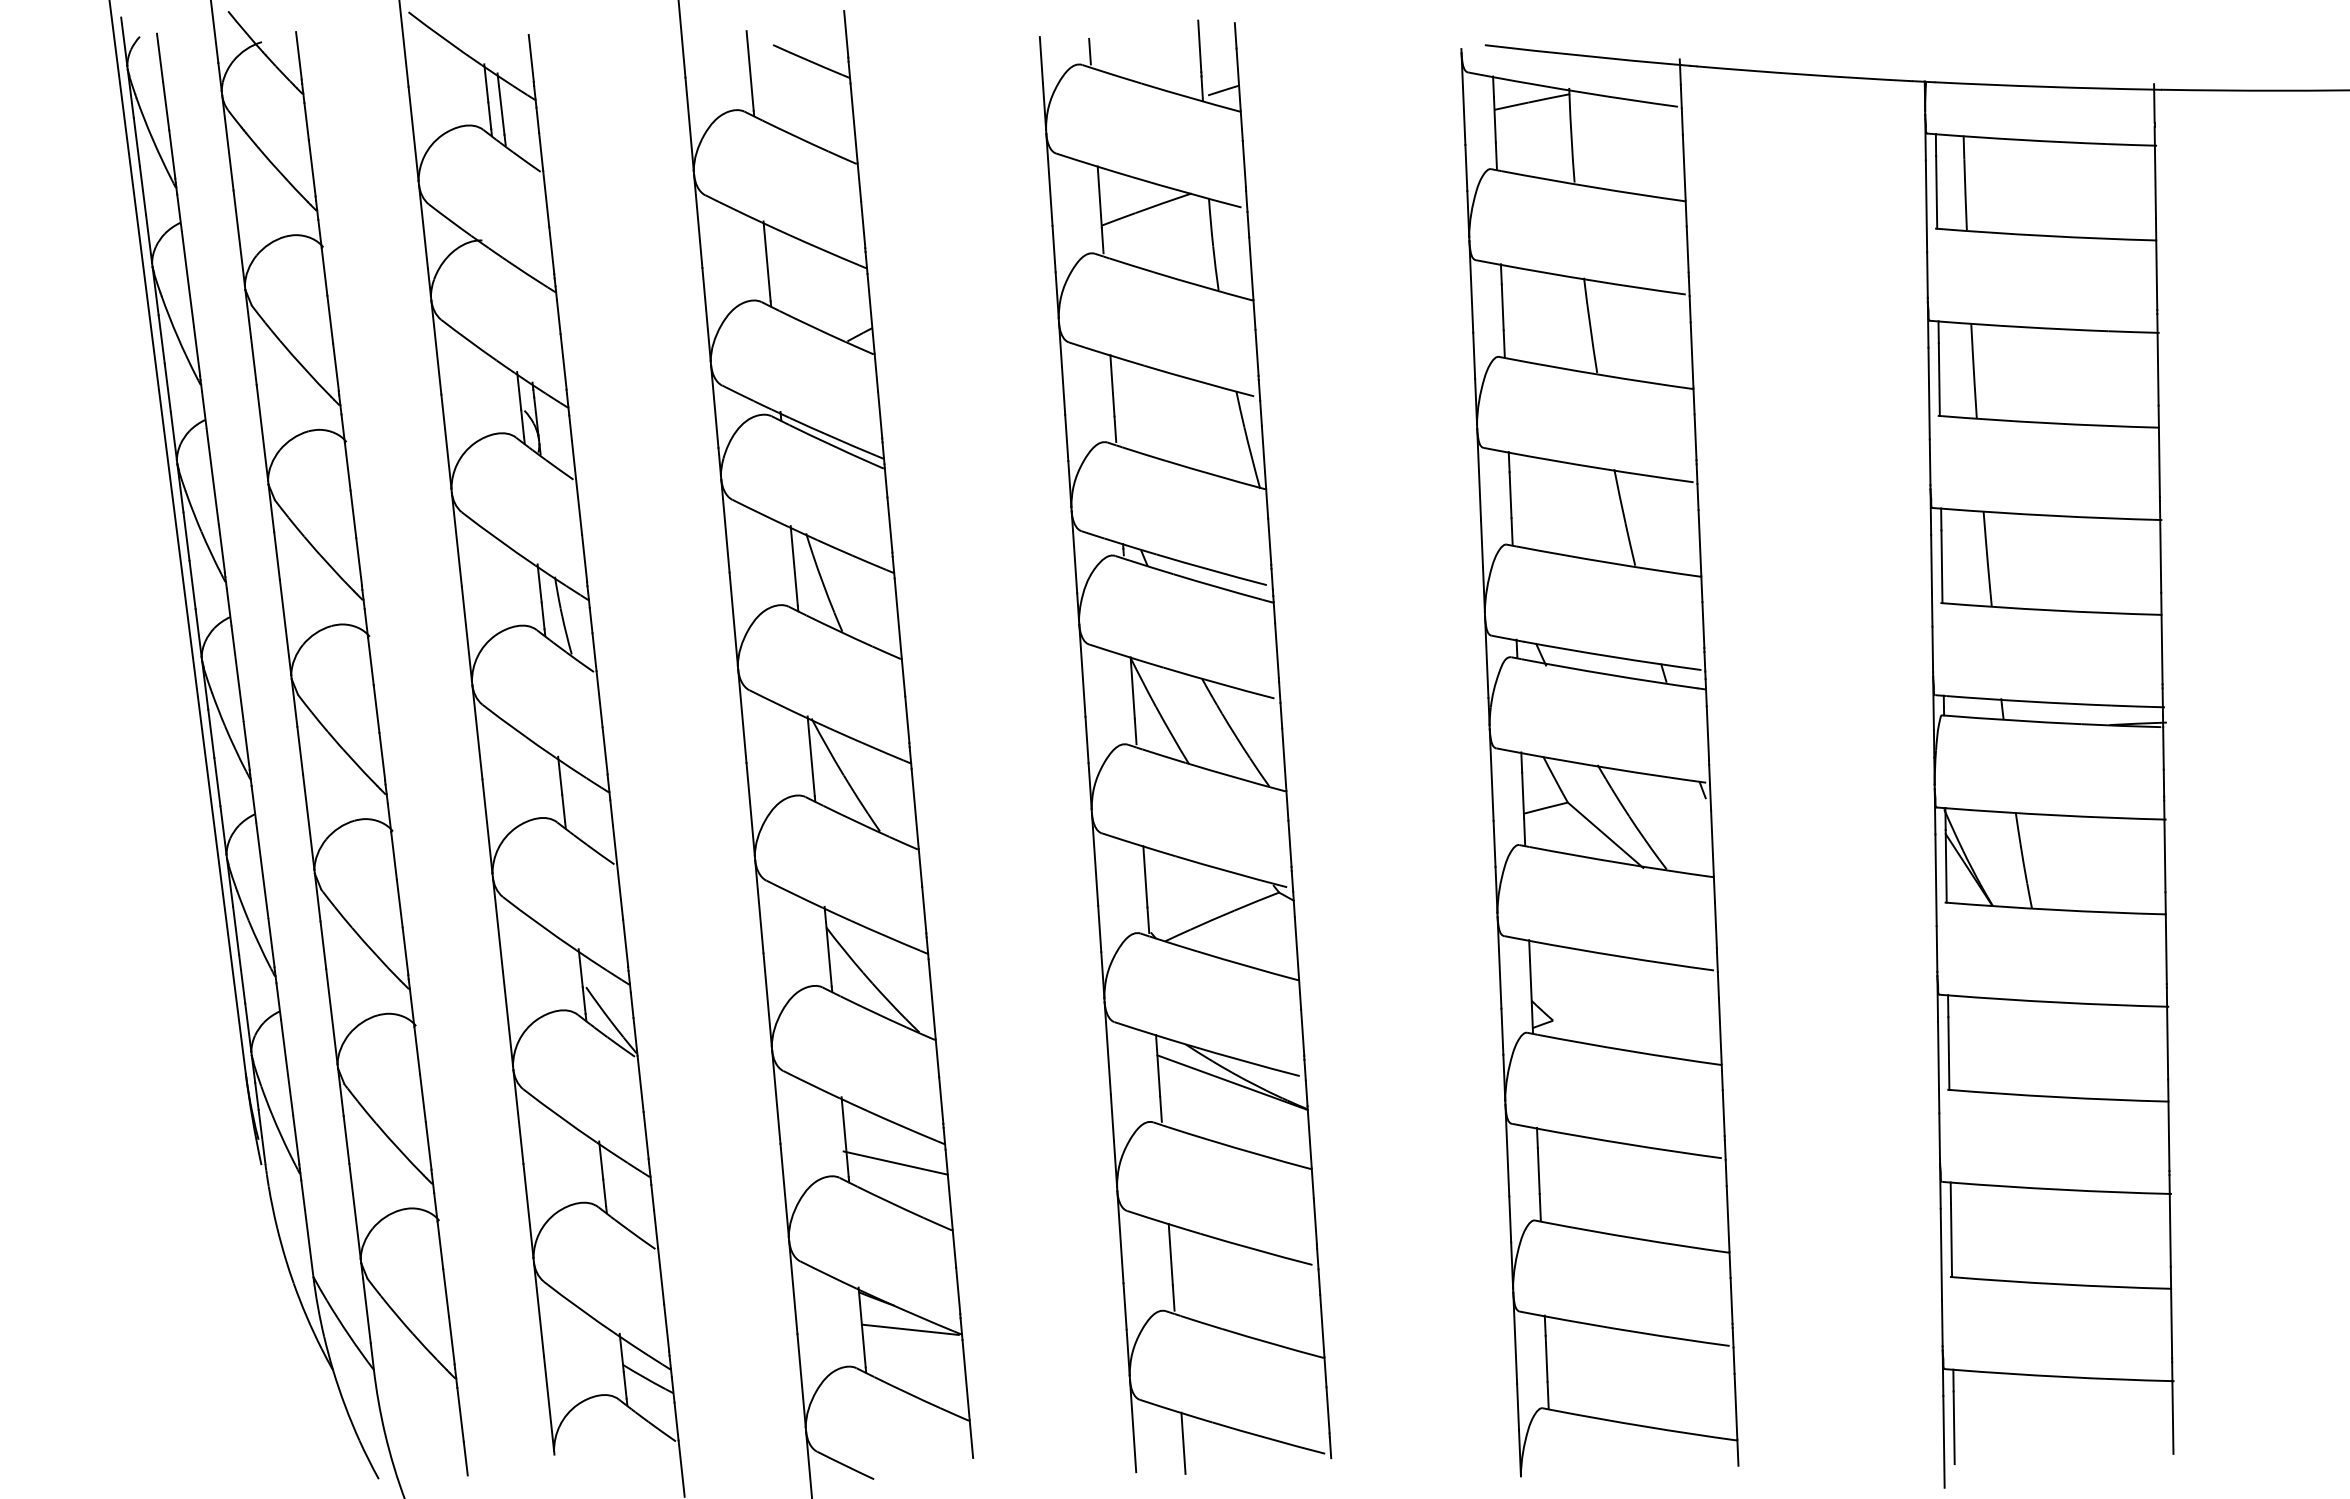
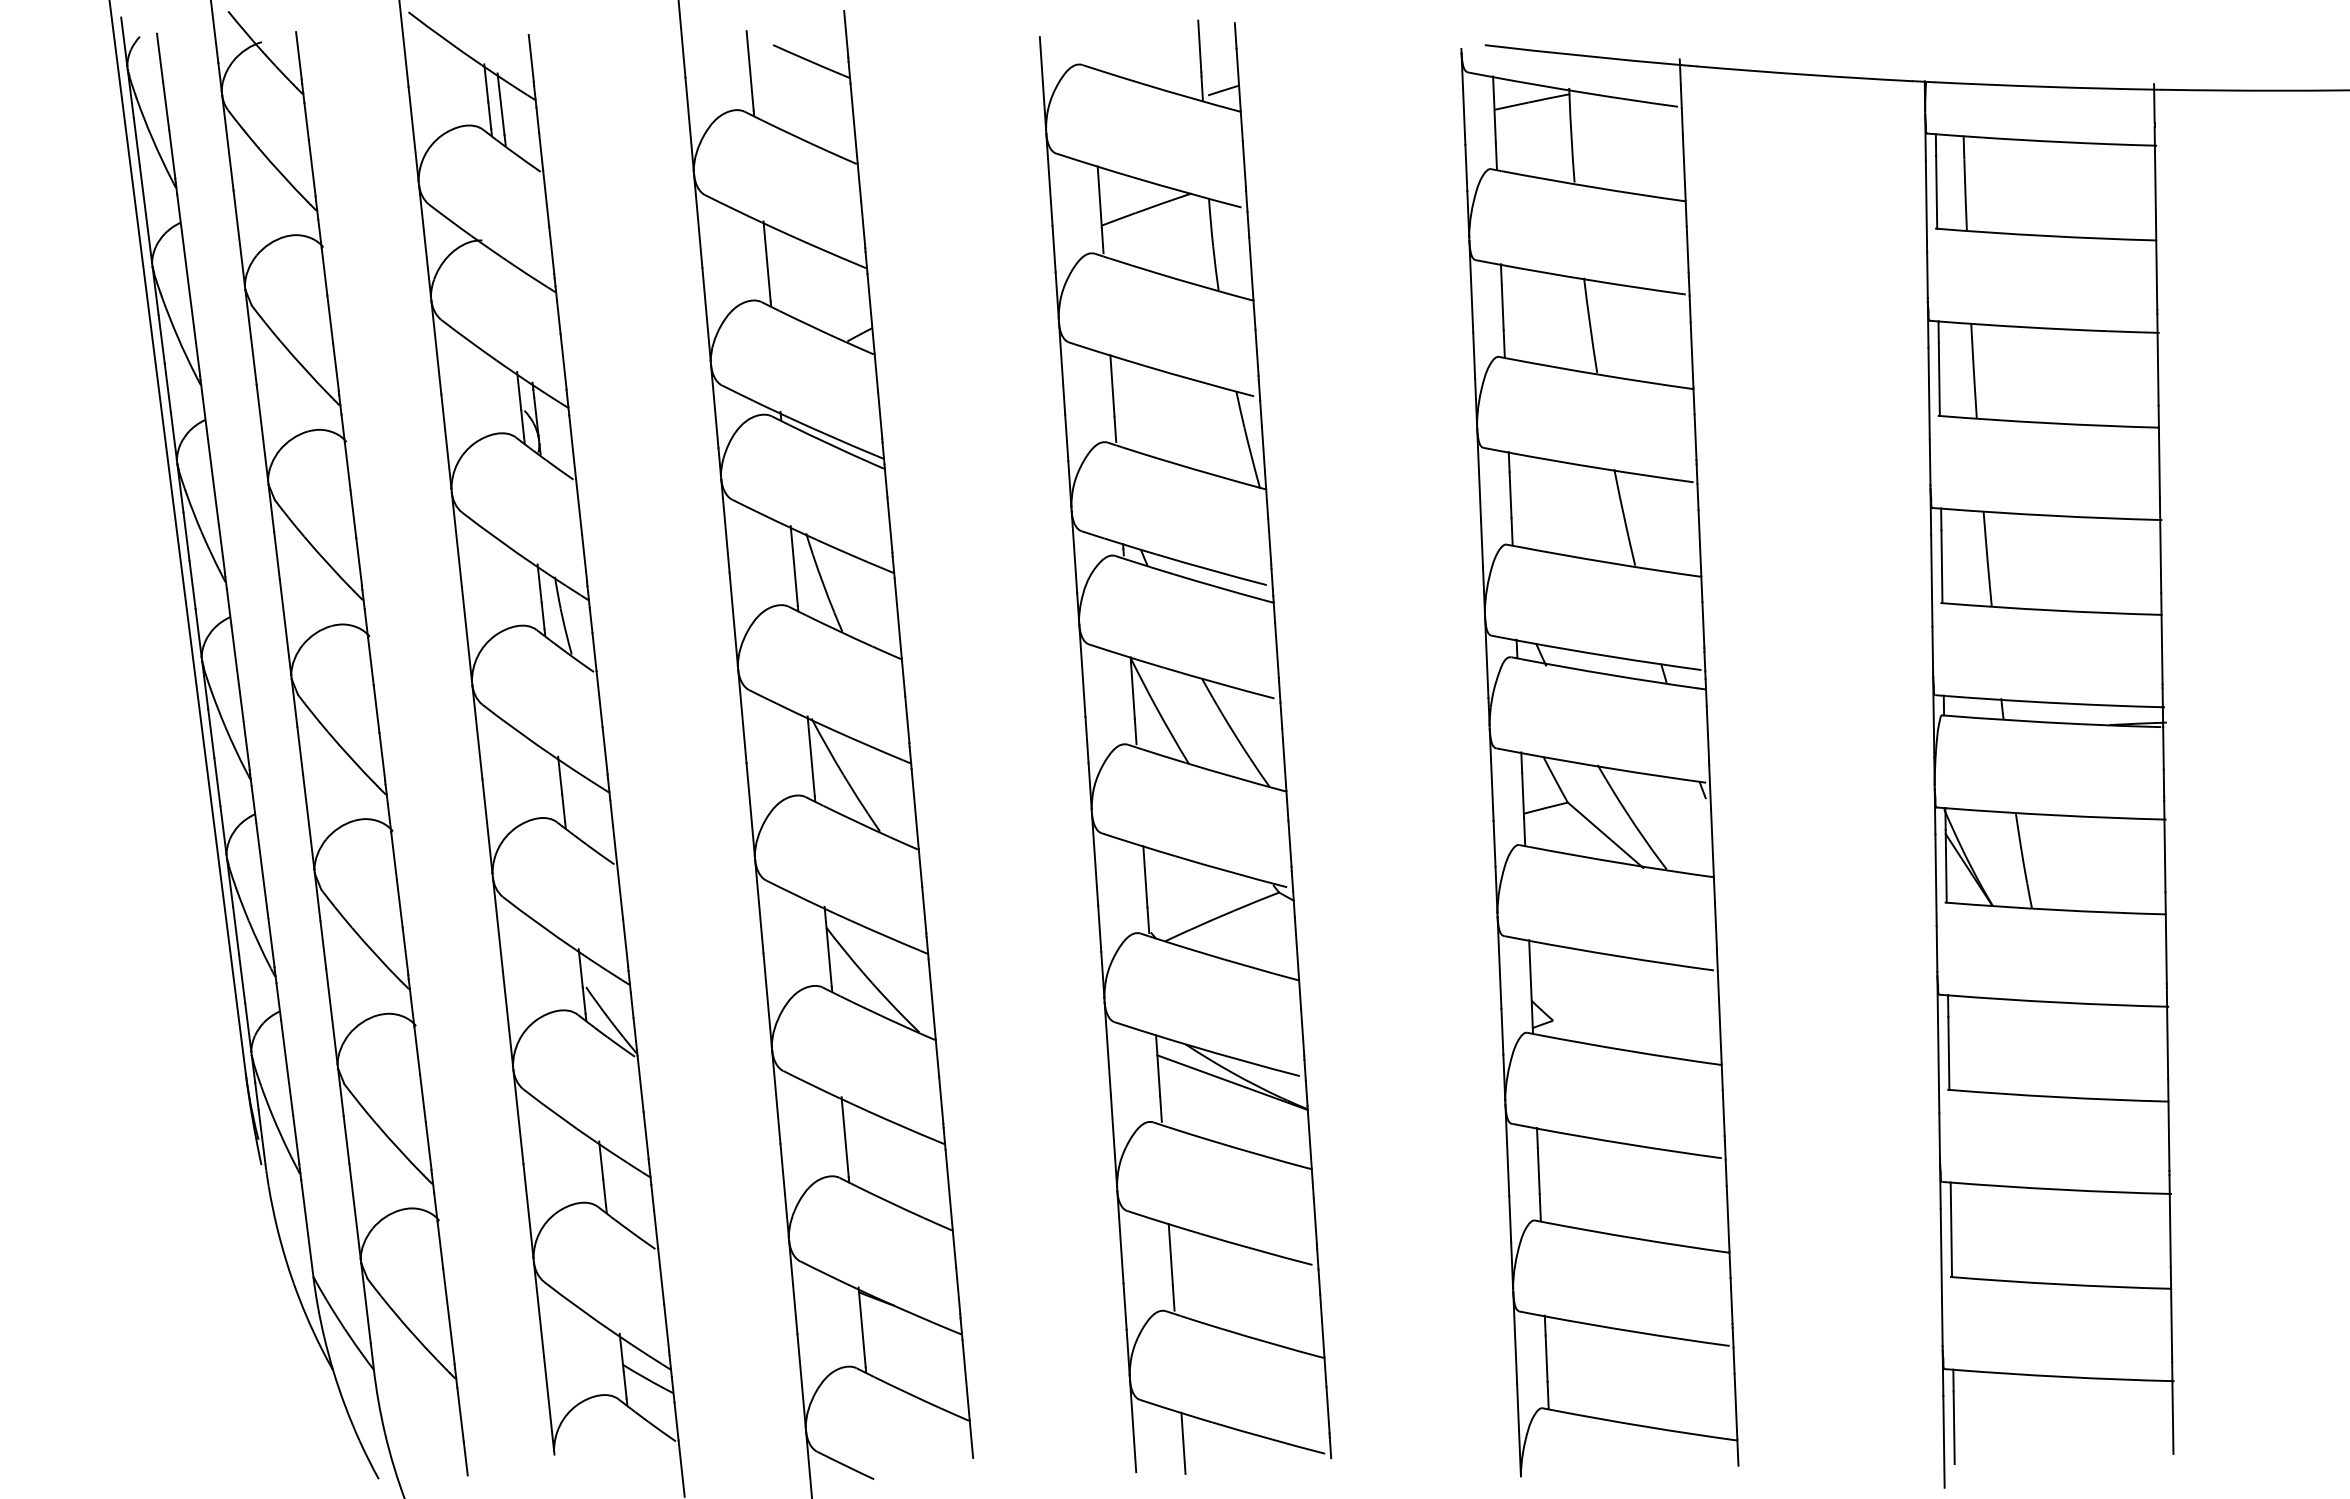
line at (1089, 51): present -> none
line at (895, 1162): present -> none
line at (909, 1329): present -> none
